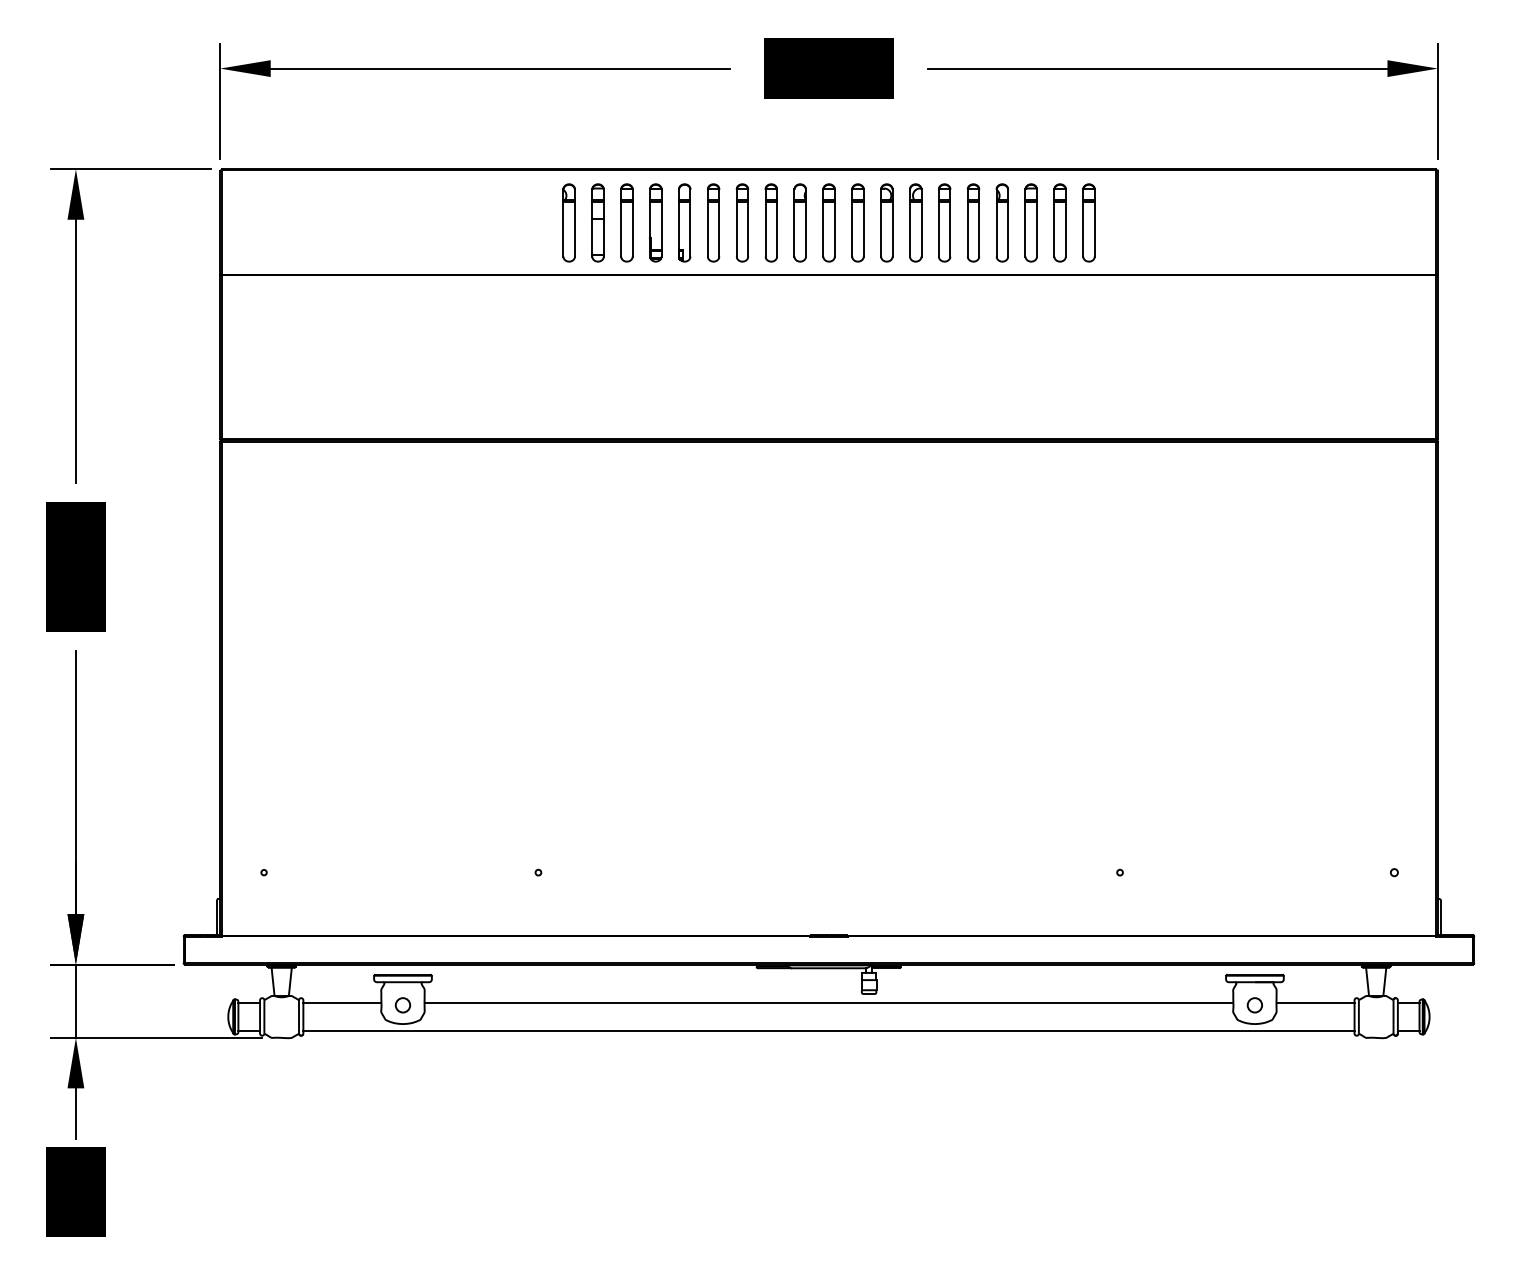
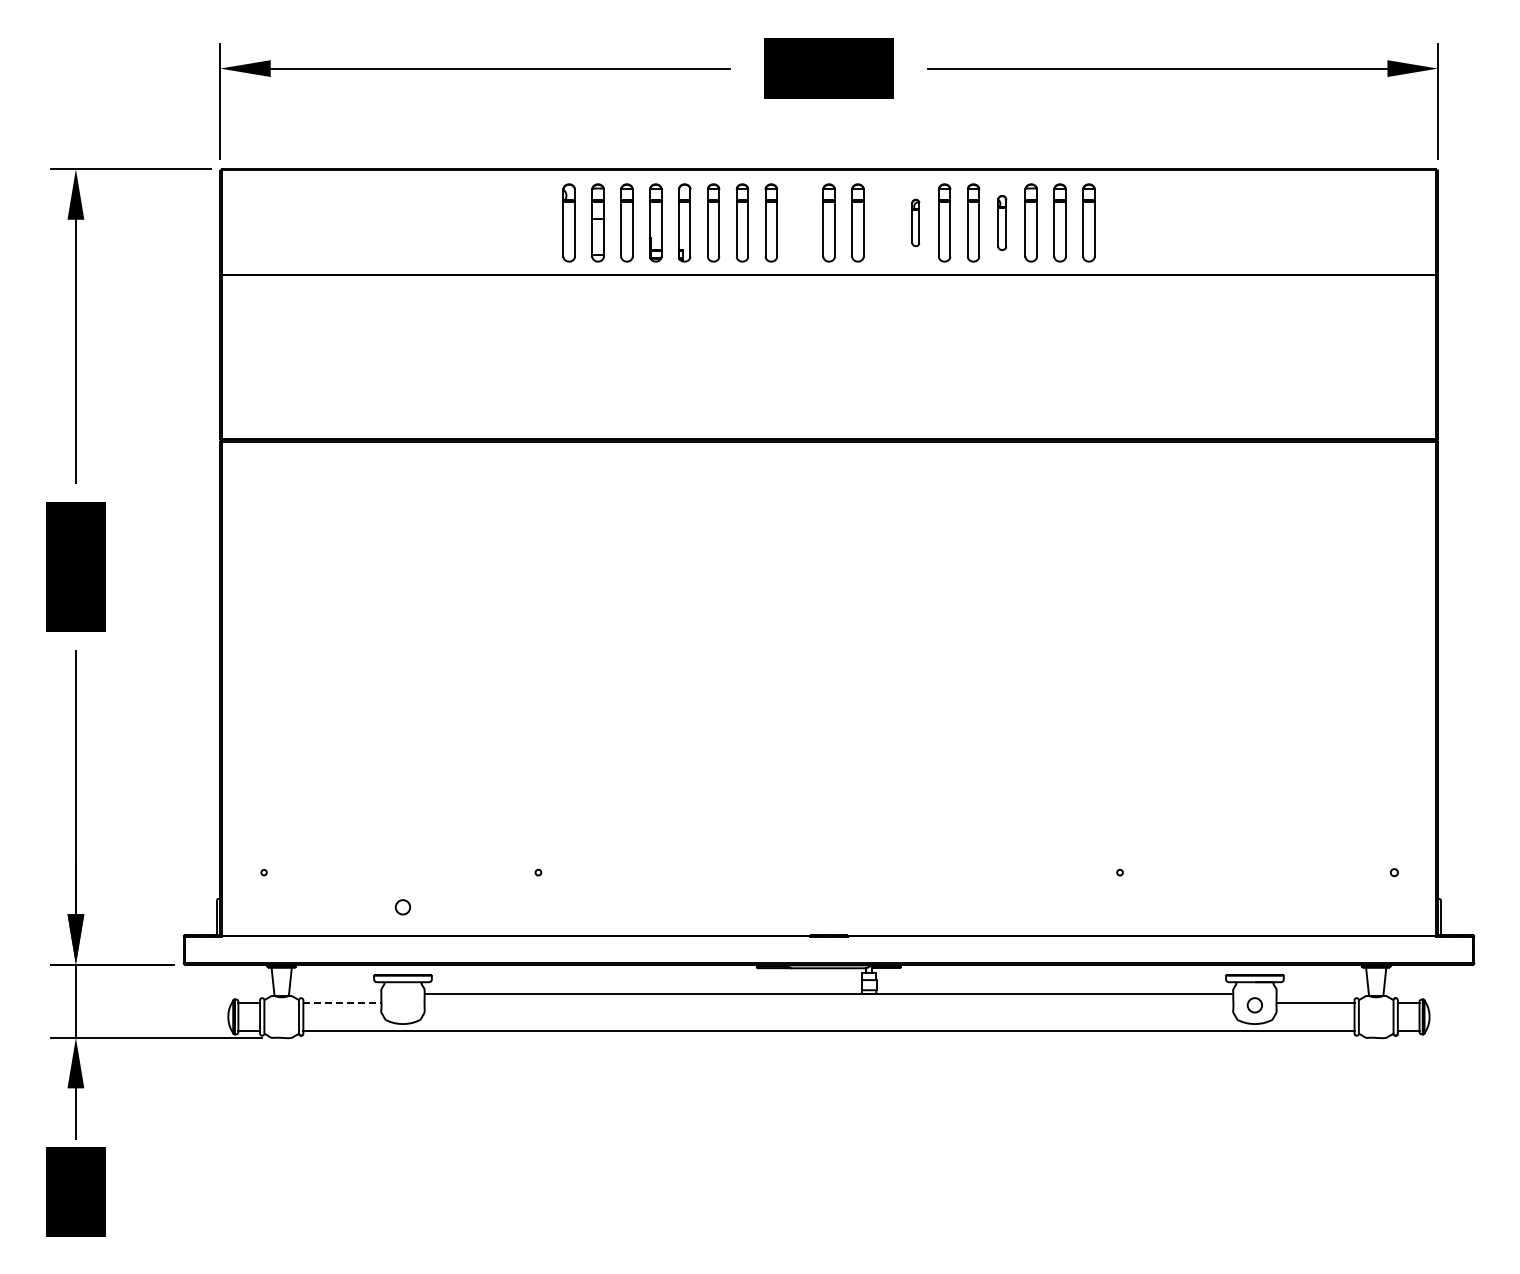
part at (799, 222): present -> none
part at (886, 222): present -> none
part at (915, 222) size: 14x80 px -> 10x50 px
part at (1001, 222) size: 14x80 px -> 11x56 px
line at (342, 1002): solid -> dashed
line at (828, 1002) position: (828, 1002) -> (828, 993)
circle at (402, 1005) position: (402, 1005) -> (402, 907)
